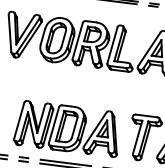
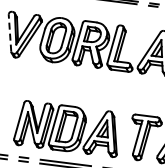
line at (9, 32): solid -> dashed
